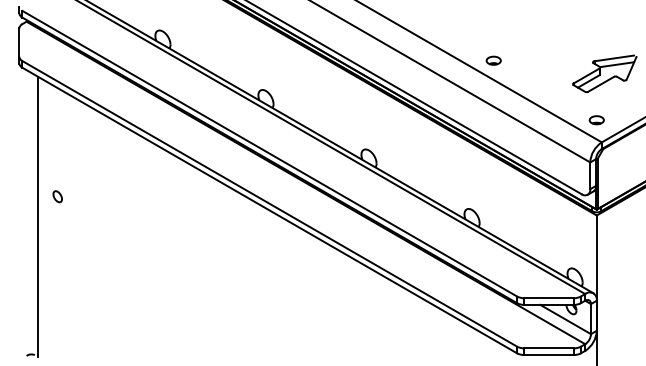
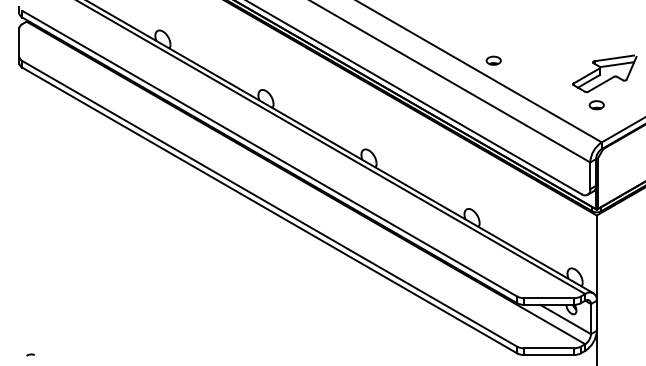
part at (596, 120) position: (596, 120) -> (596, 105)
part at (57, 196): present -> none
line at (38, 216): present -> none
